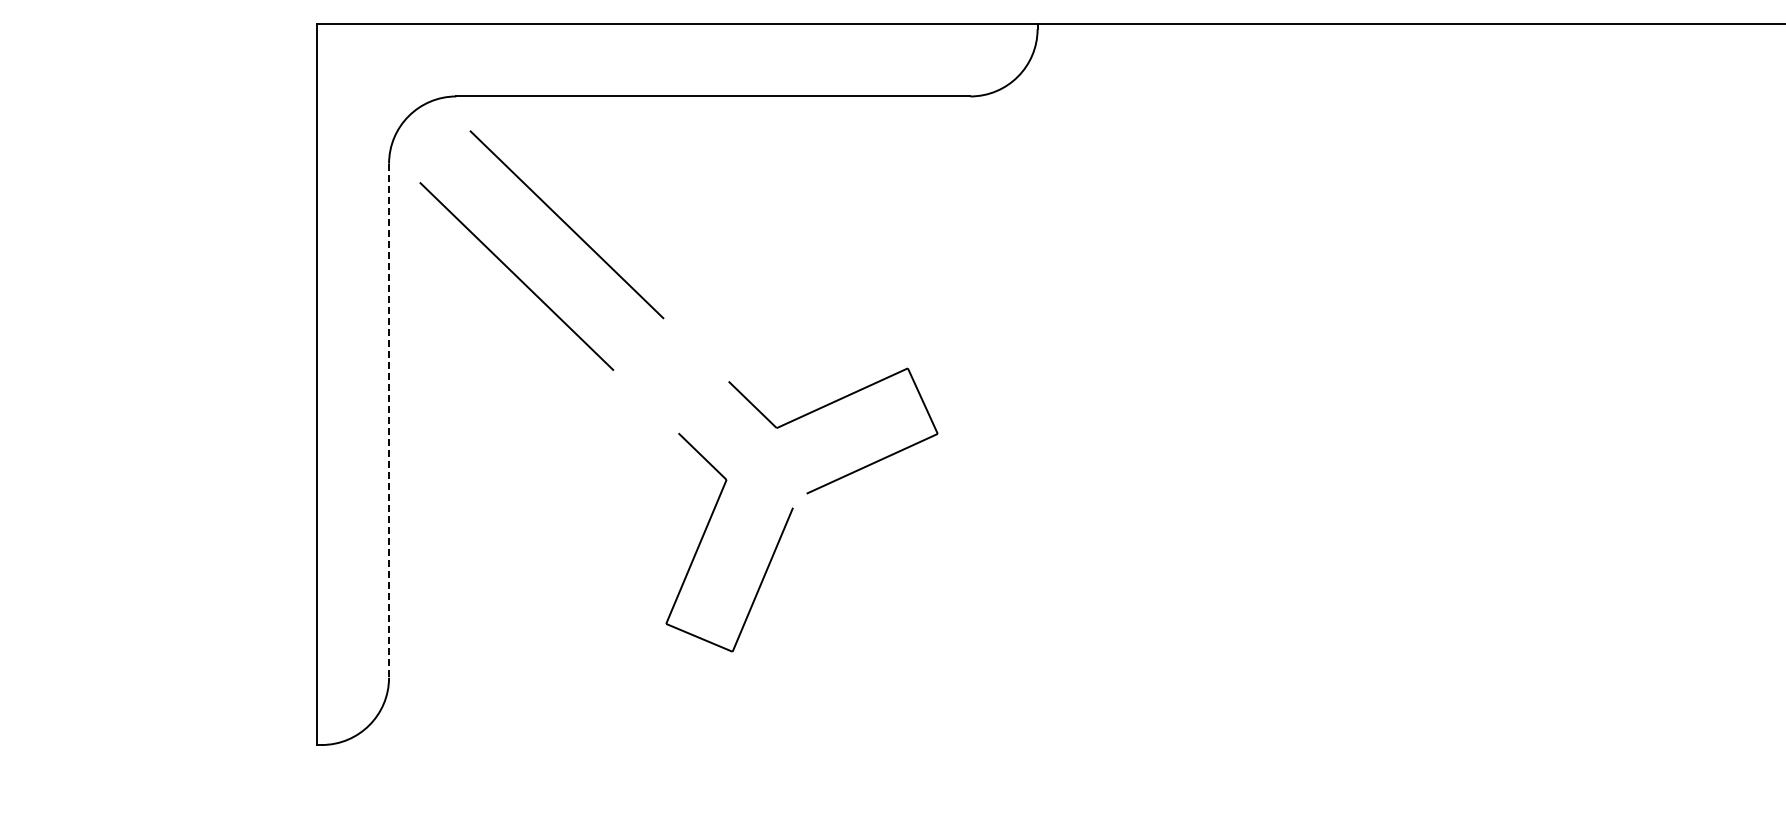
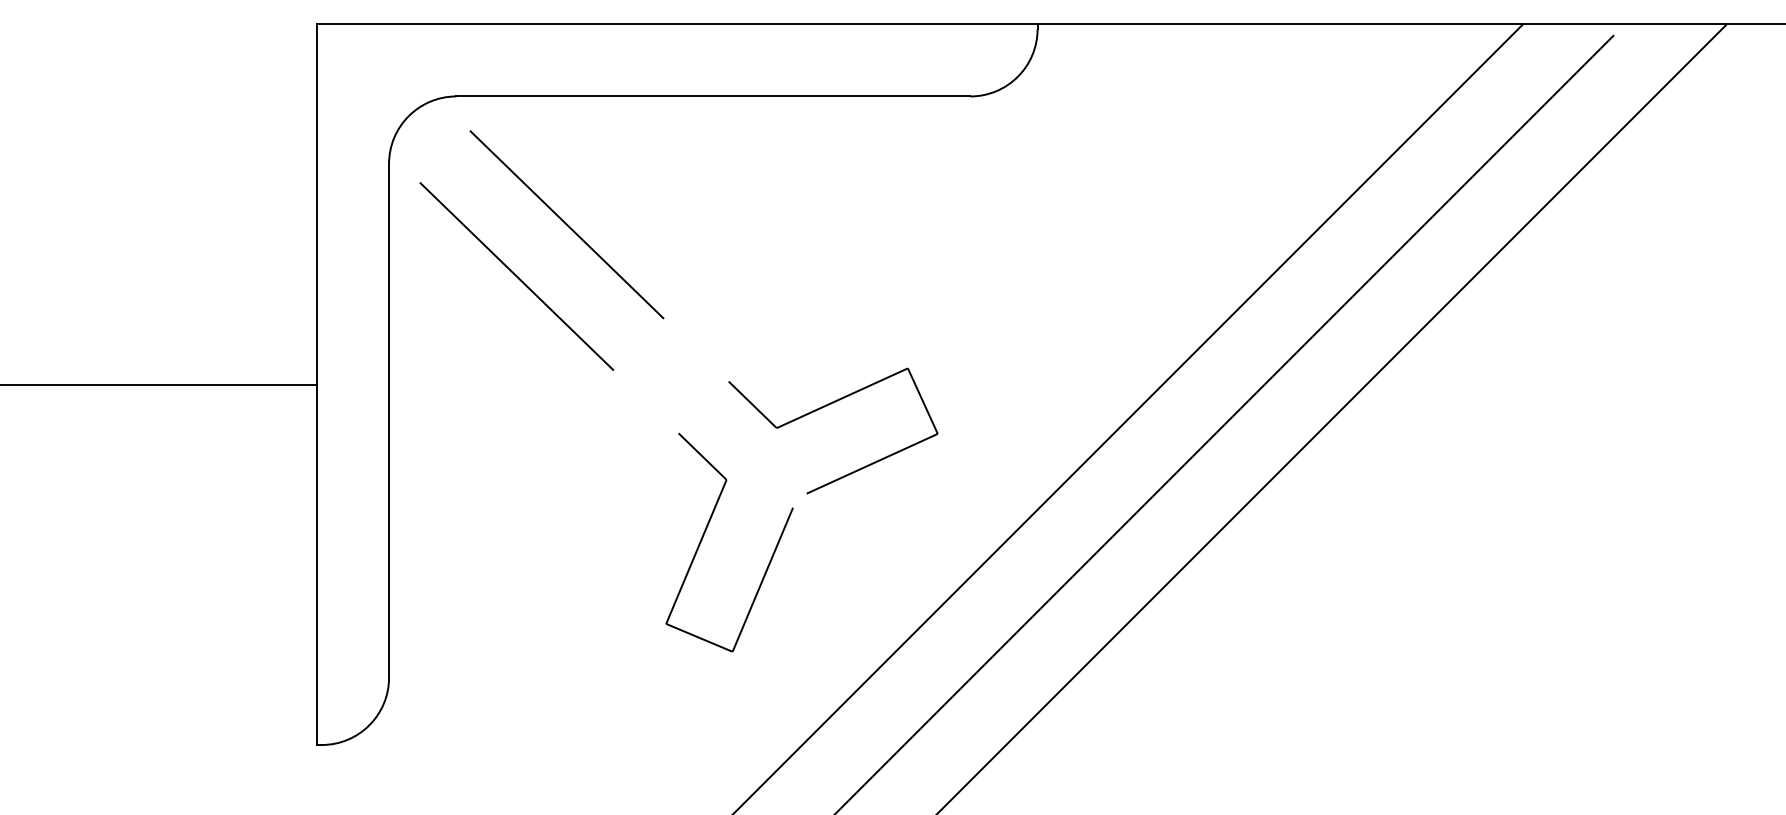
line at (159, 384): none -> present
line at (1128, 417): none -> present
line at (1332, 417): none -> present
line at (389, 421): dashed -> solid
line at (1225, 423): none -> present
